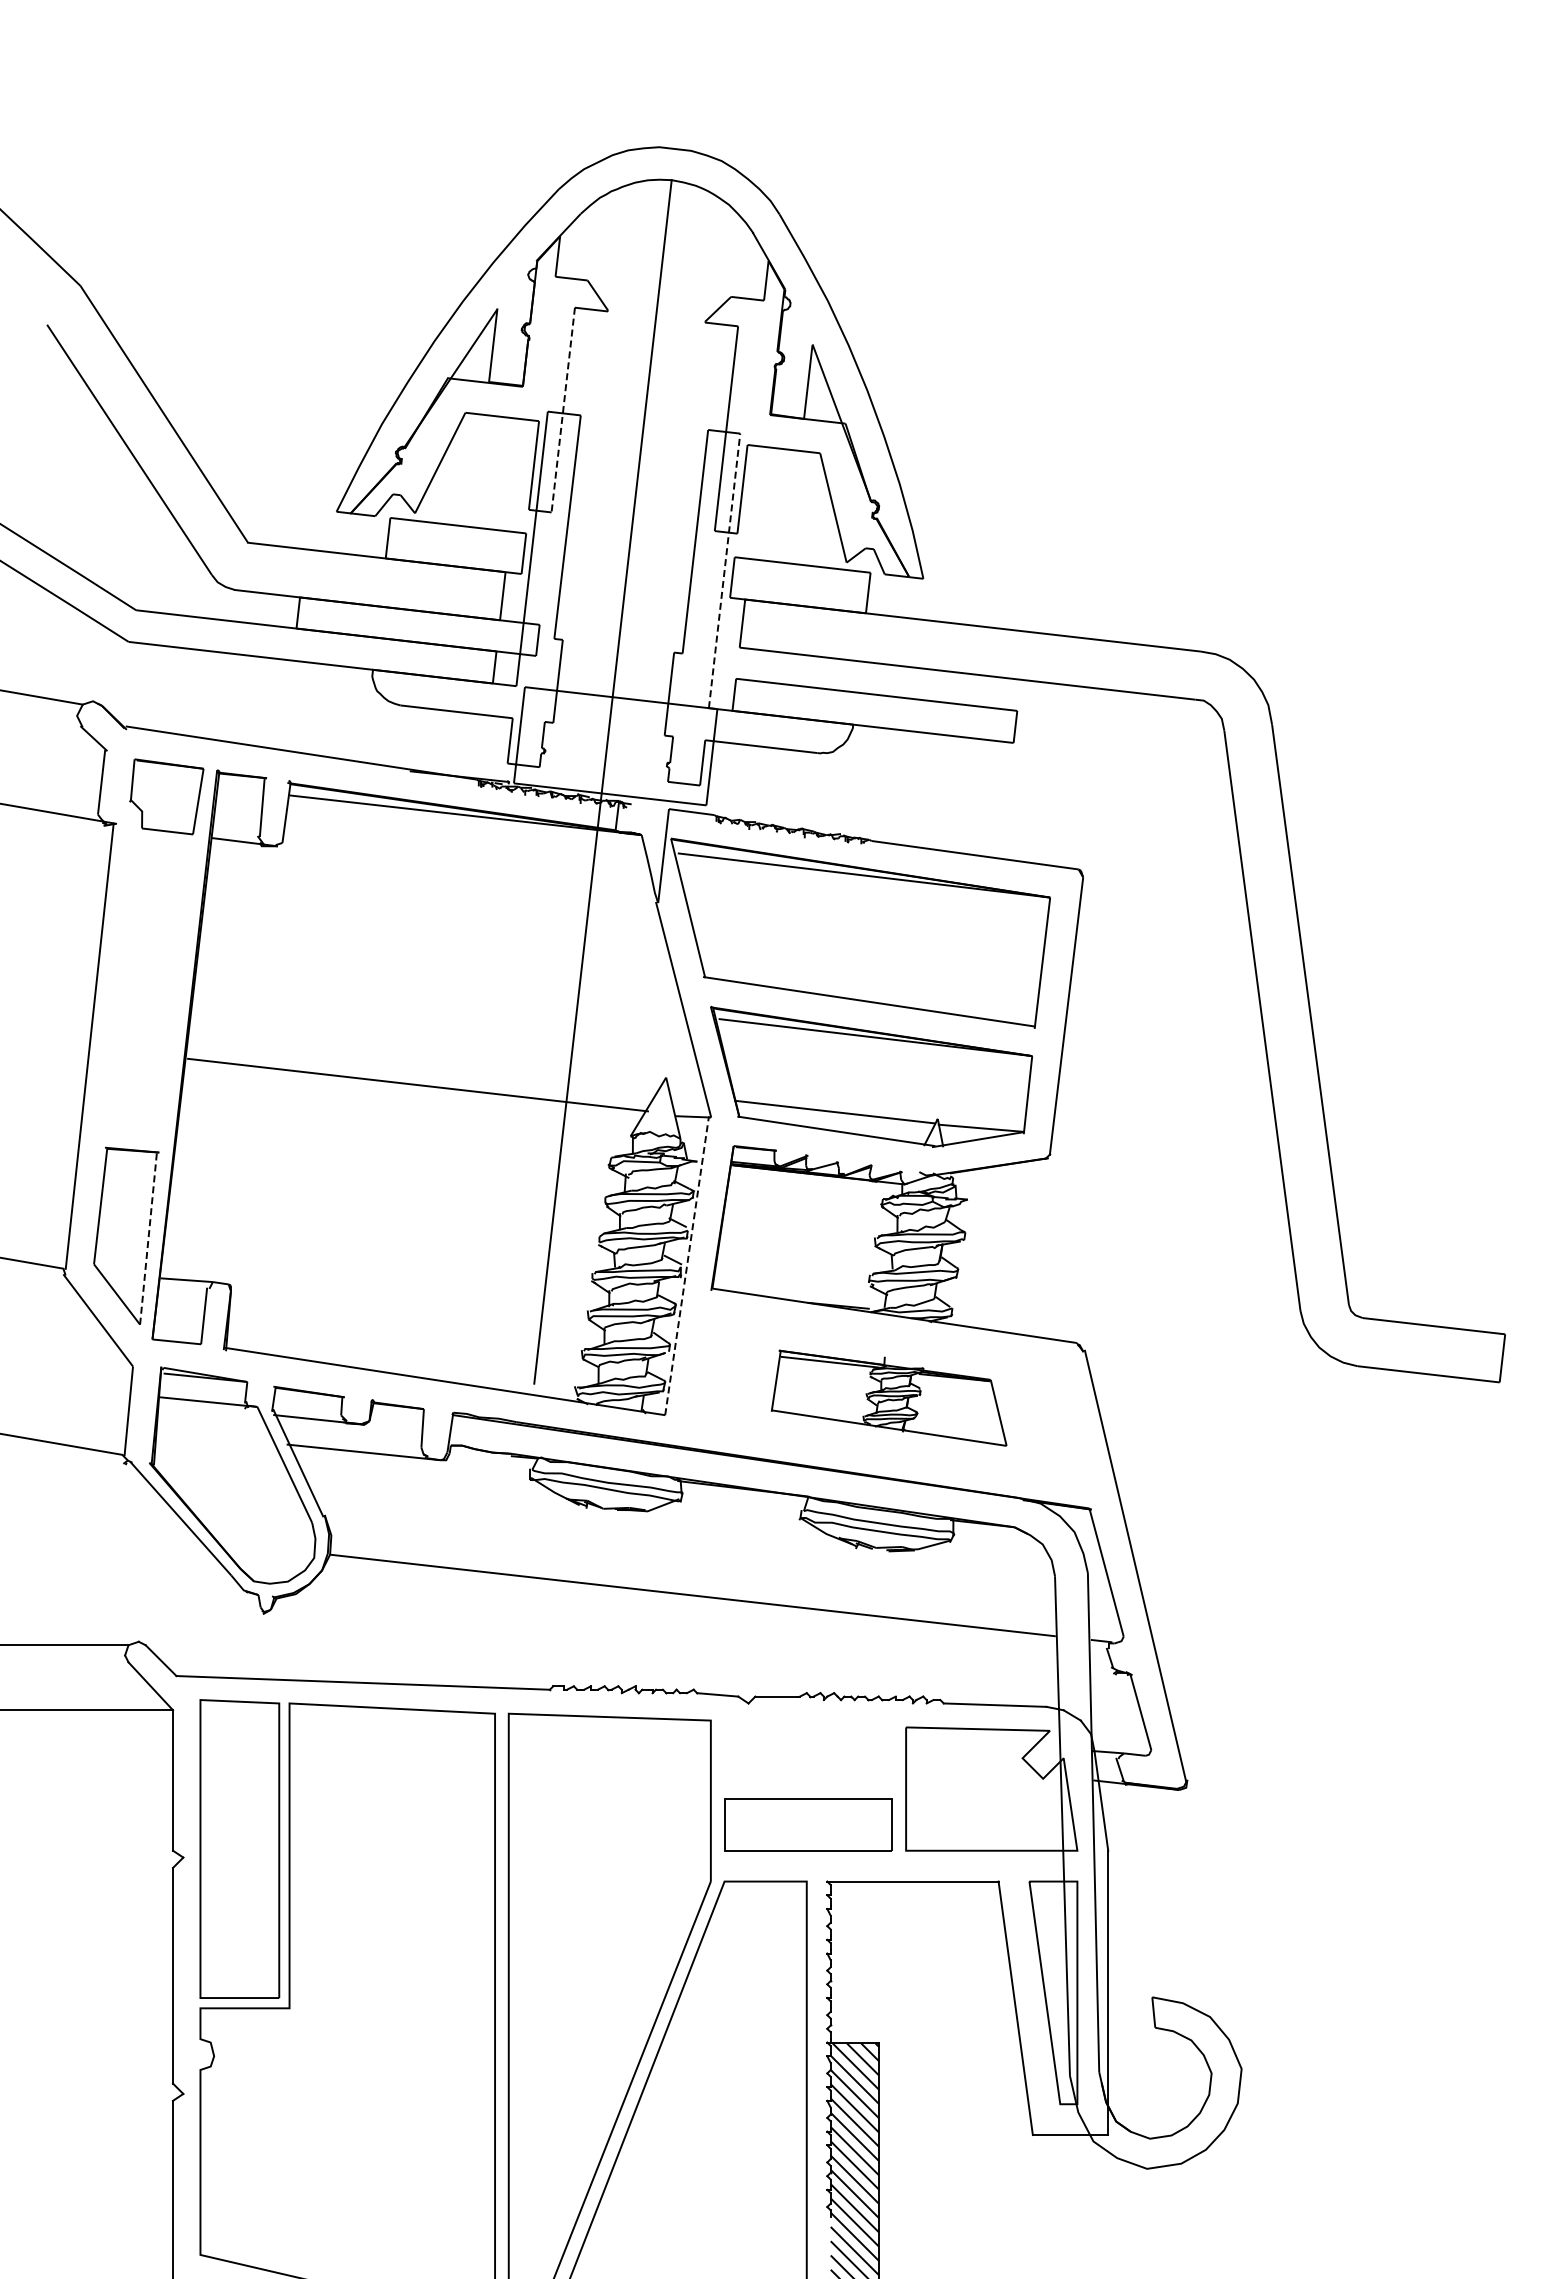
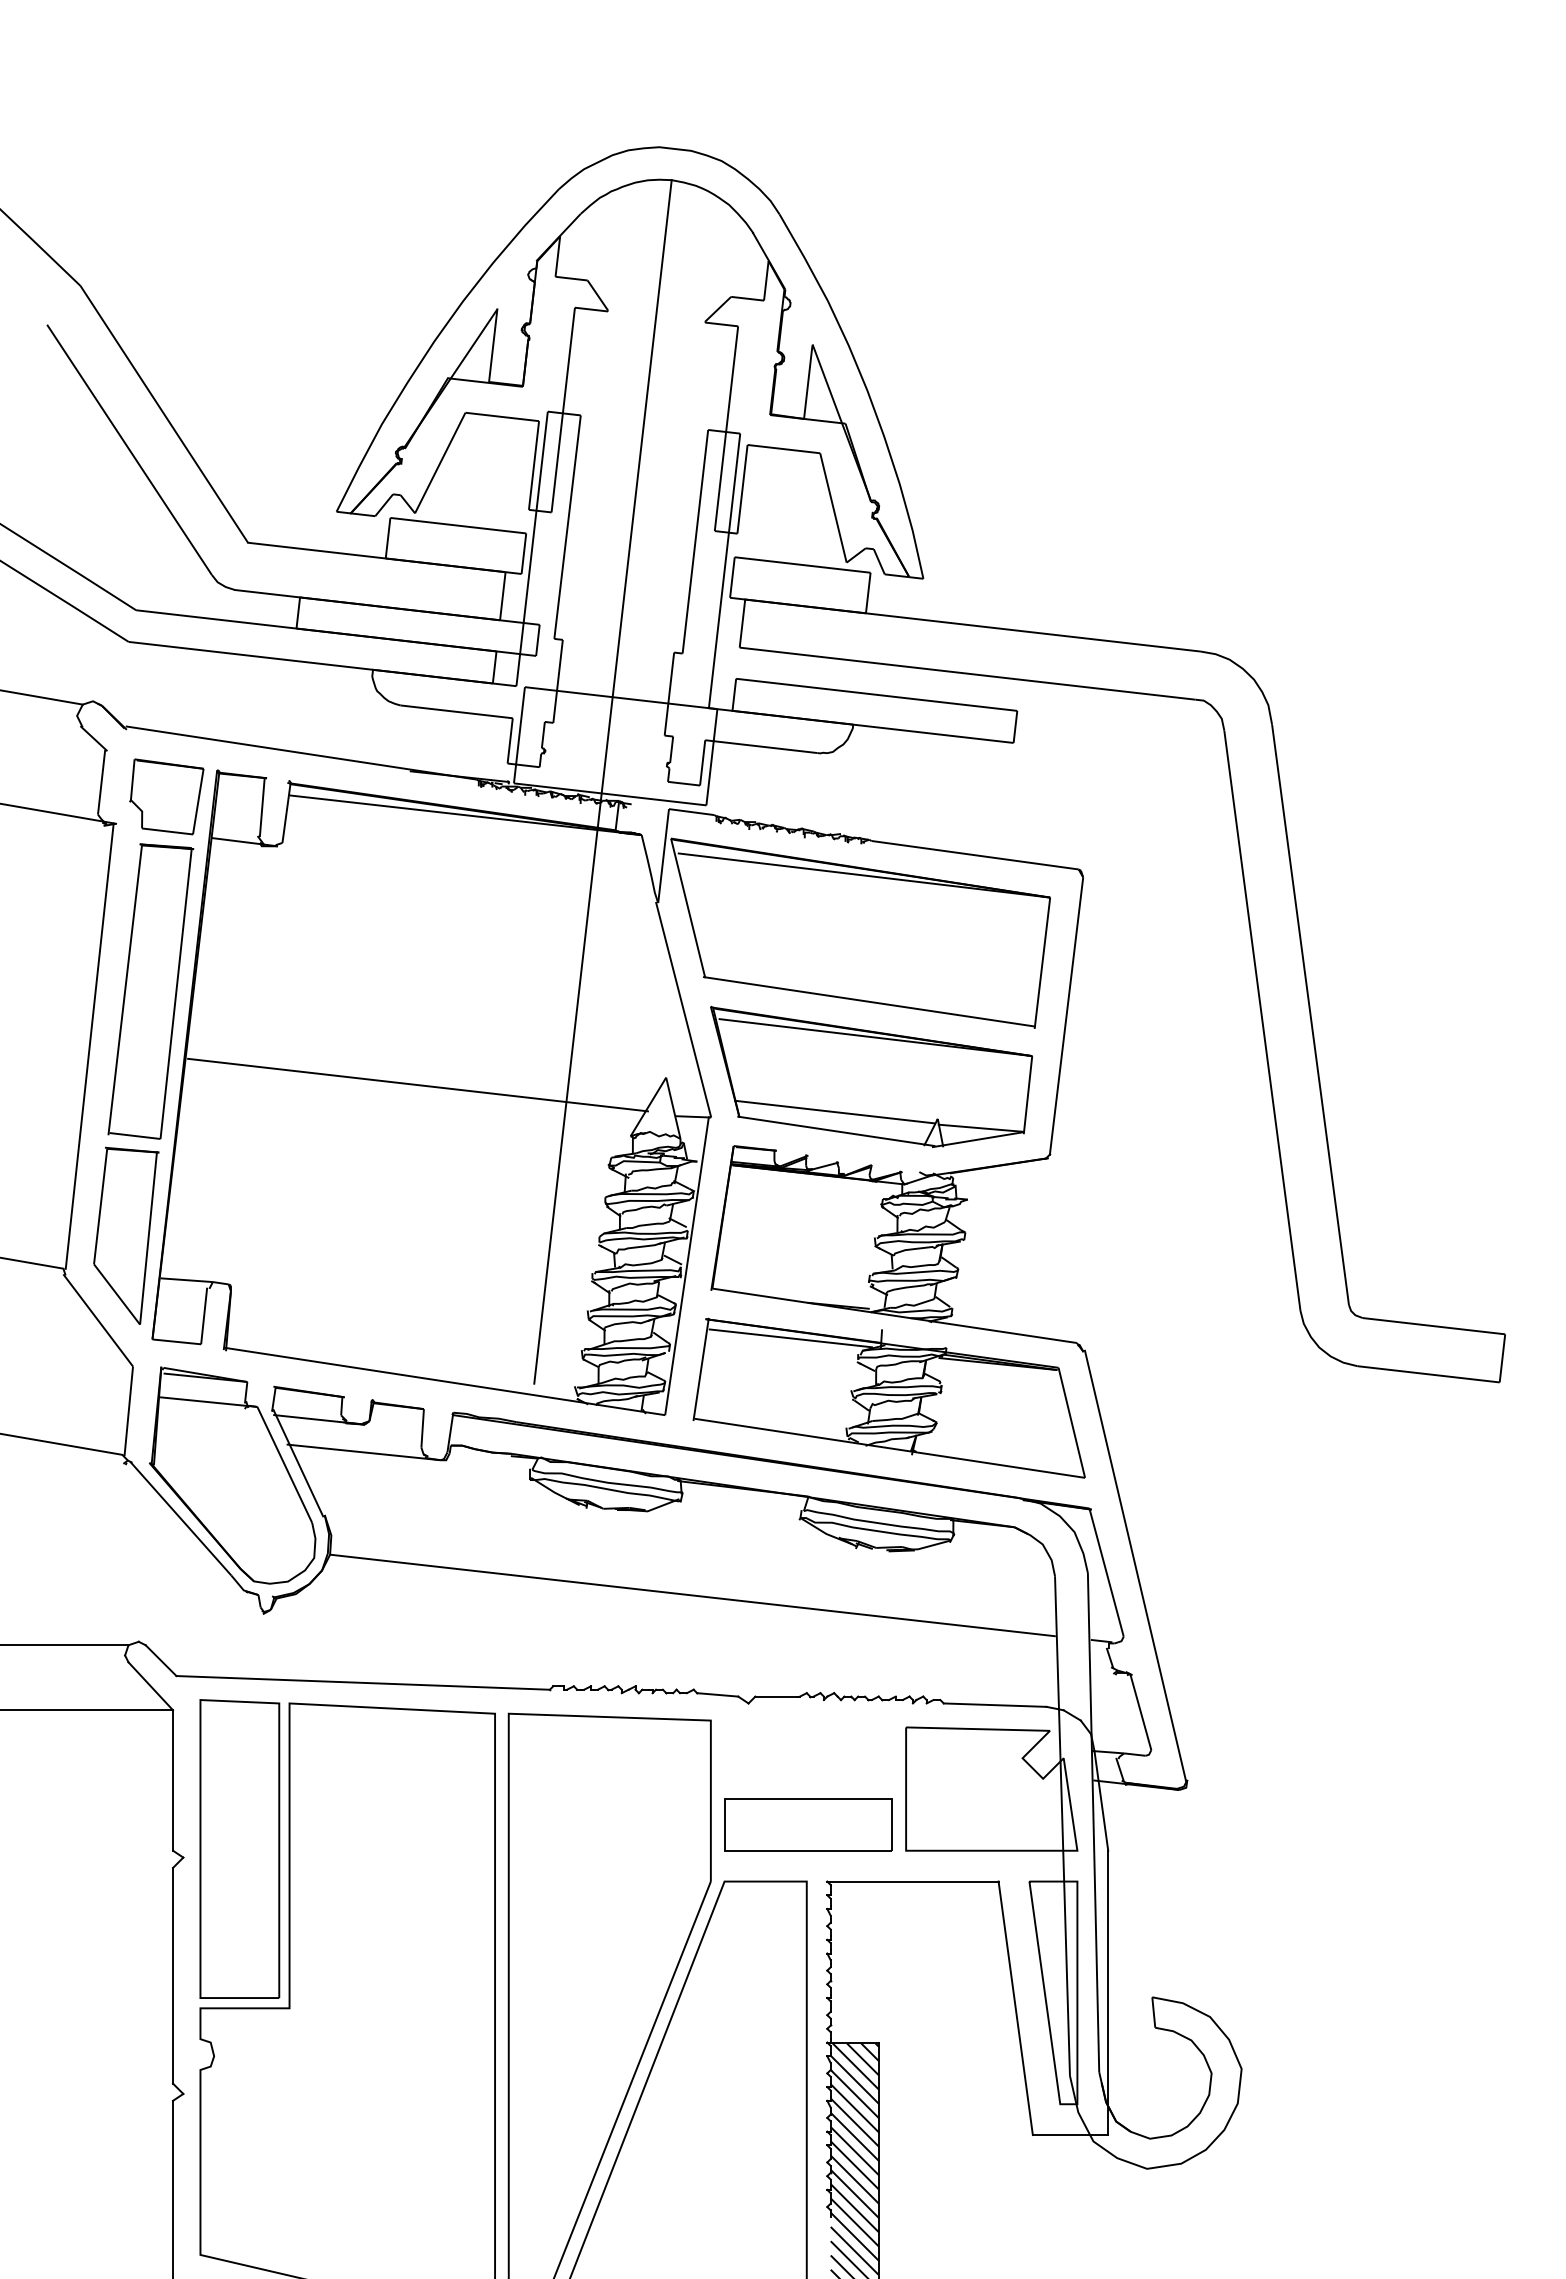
line at (563, 410): dashed -> solid
line at (724, 570): dashed -> solid
part at (150, 991): none -> present
line at (148, 1237): dashed -> solid
line at (687, 1265): dashed -> solid
part at (888, 1397) size: 238x98 px -> 394x162 px
